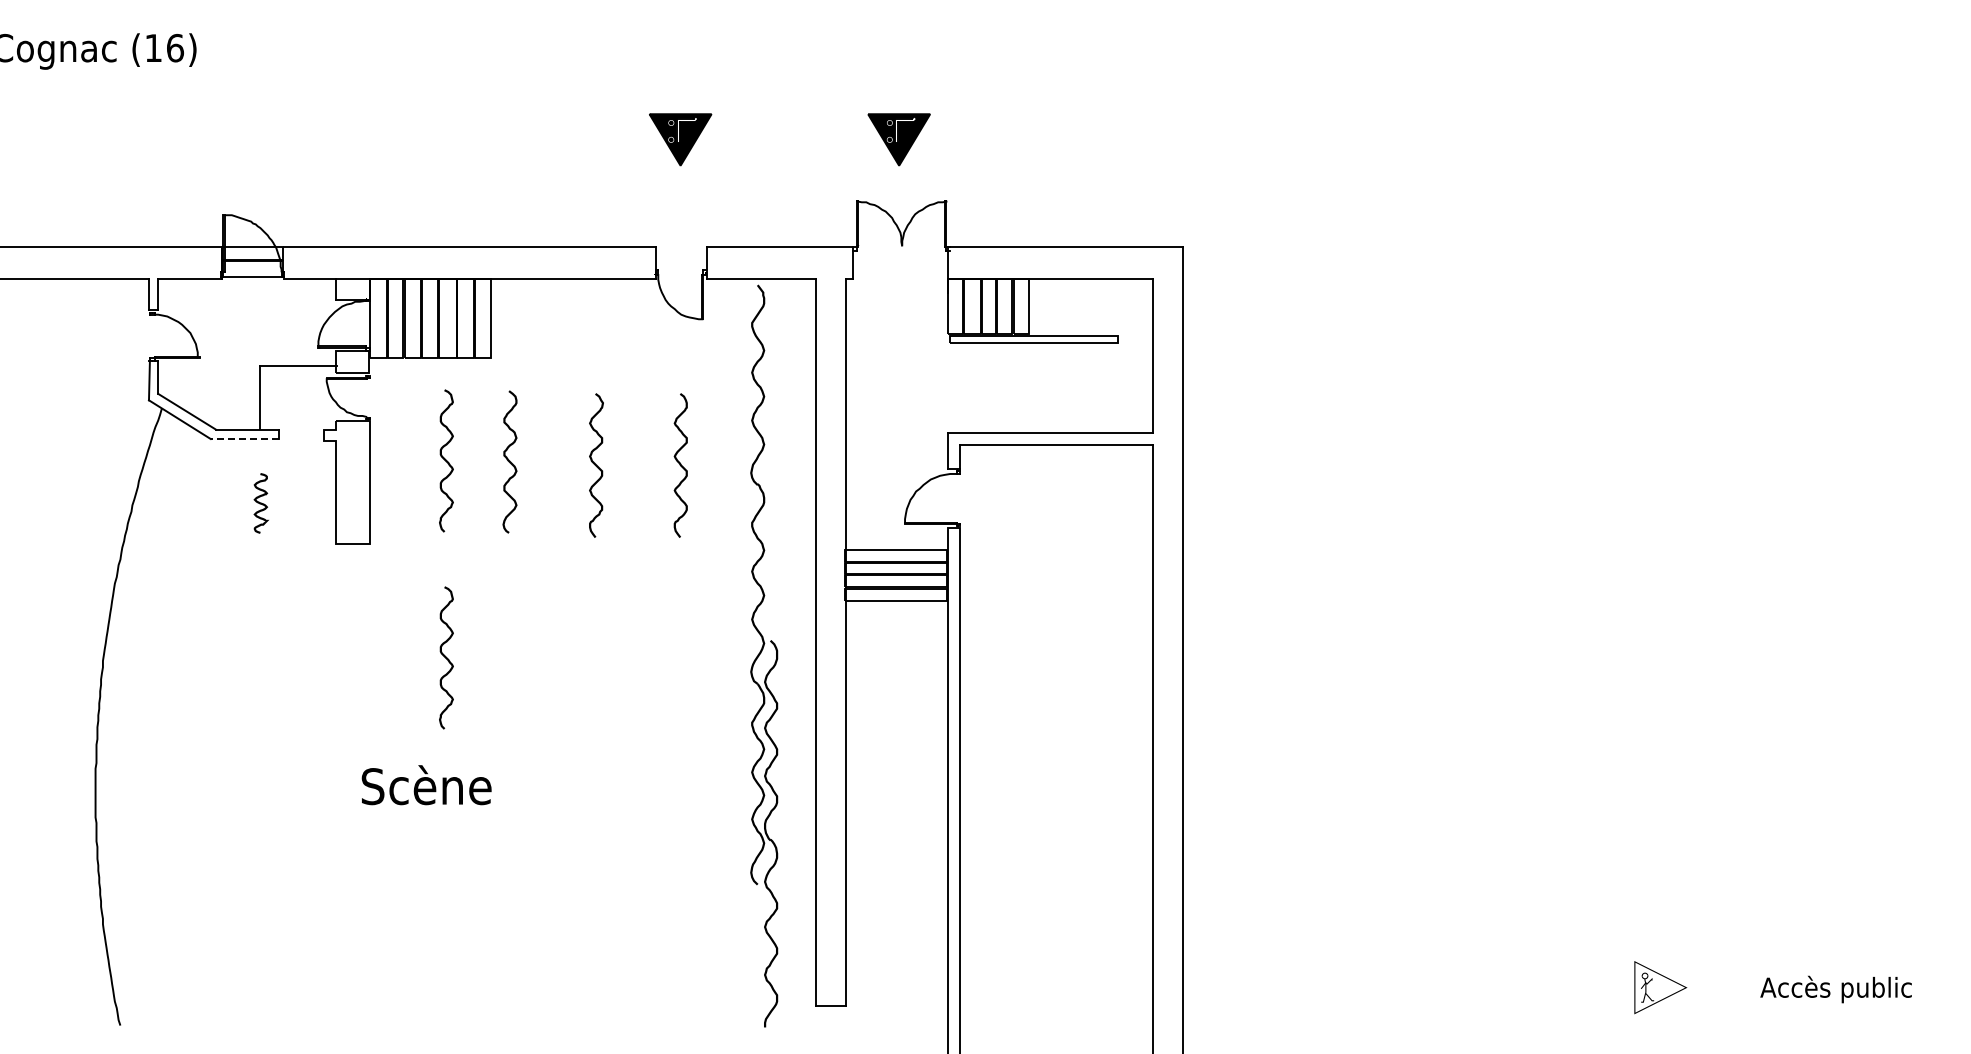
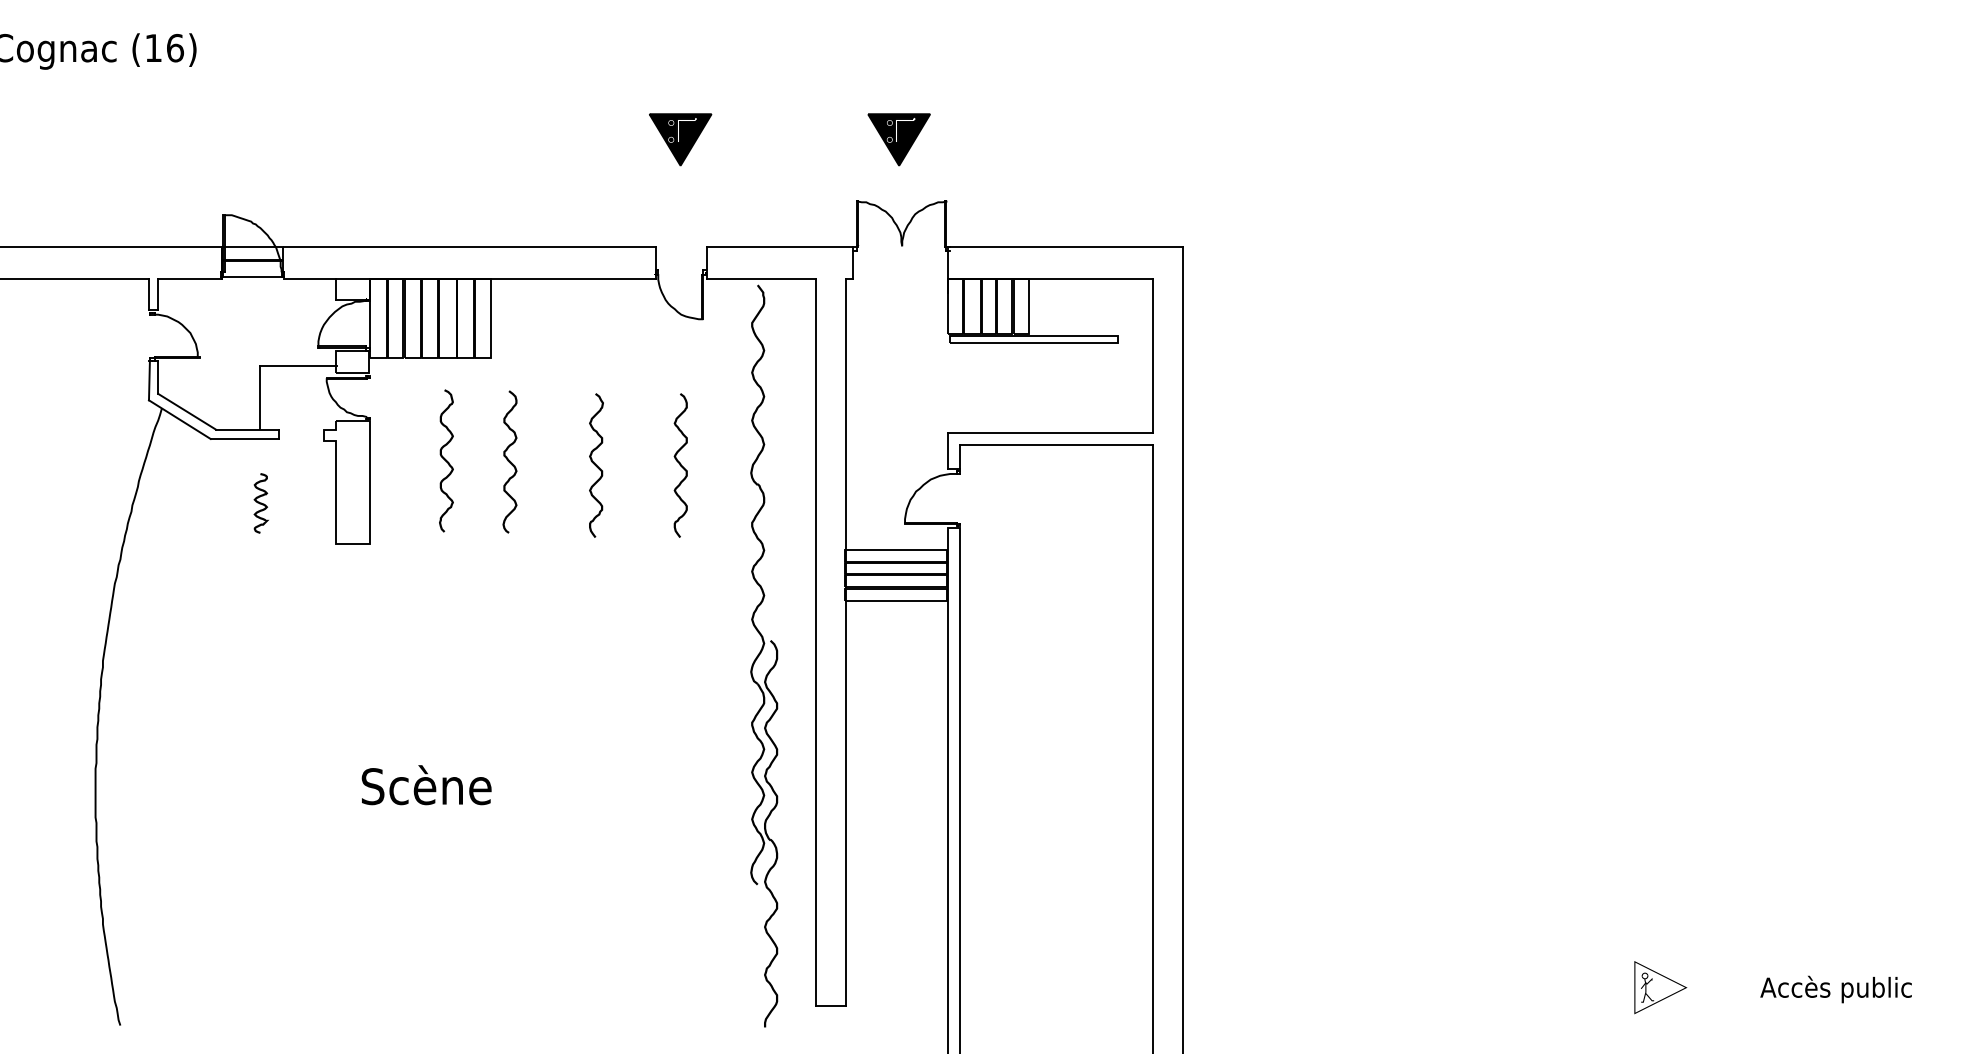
line at (244, 439): dashed -> solid
curve at (446, 657): present -> none
